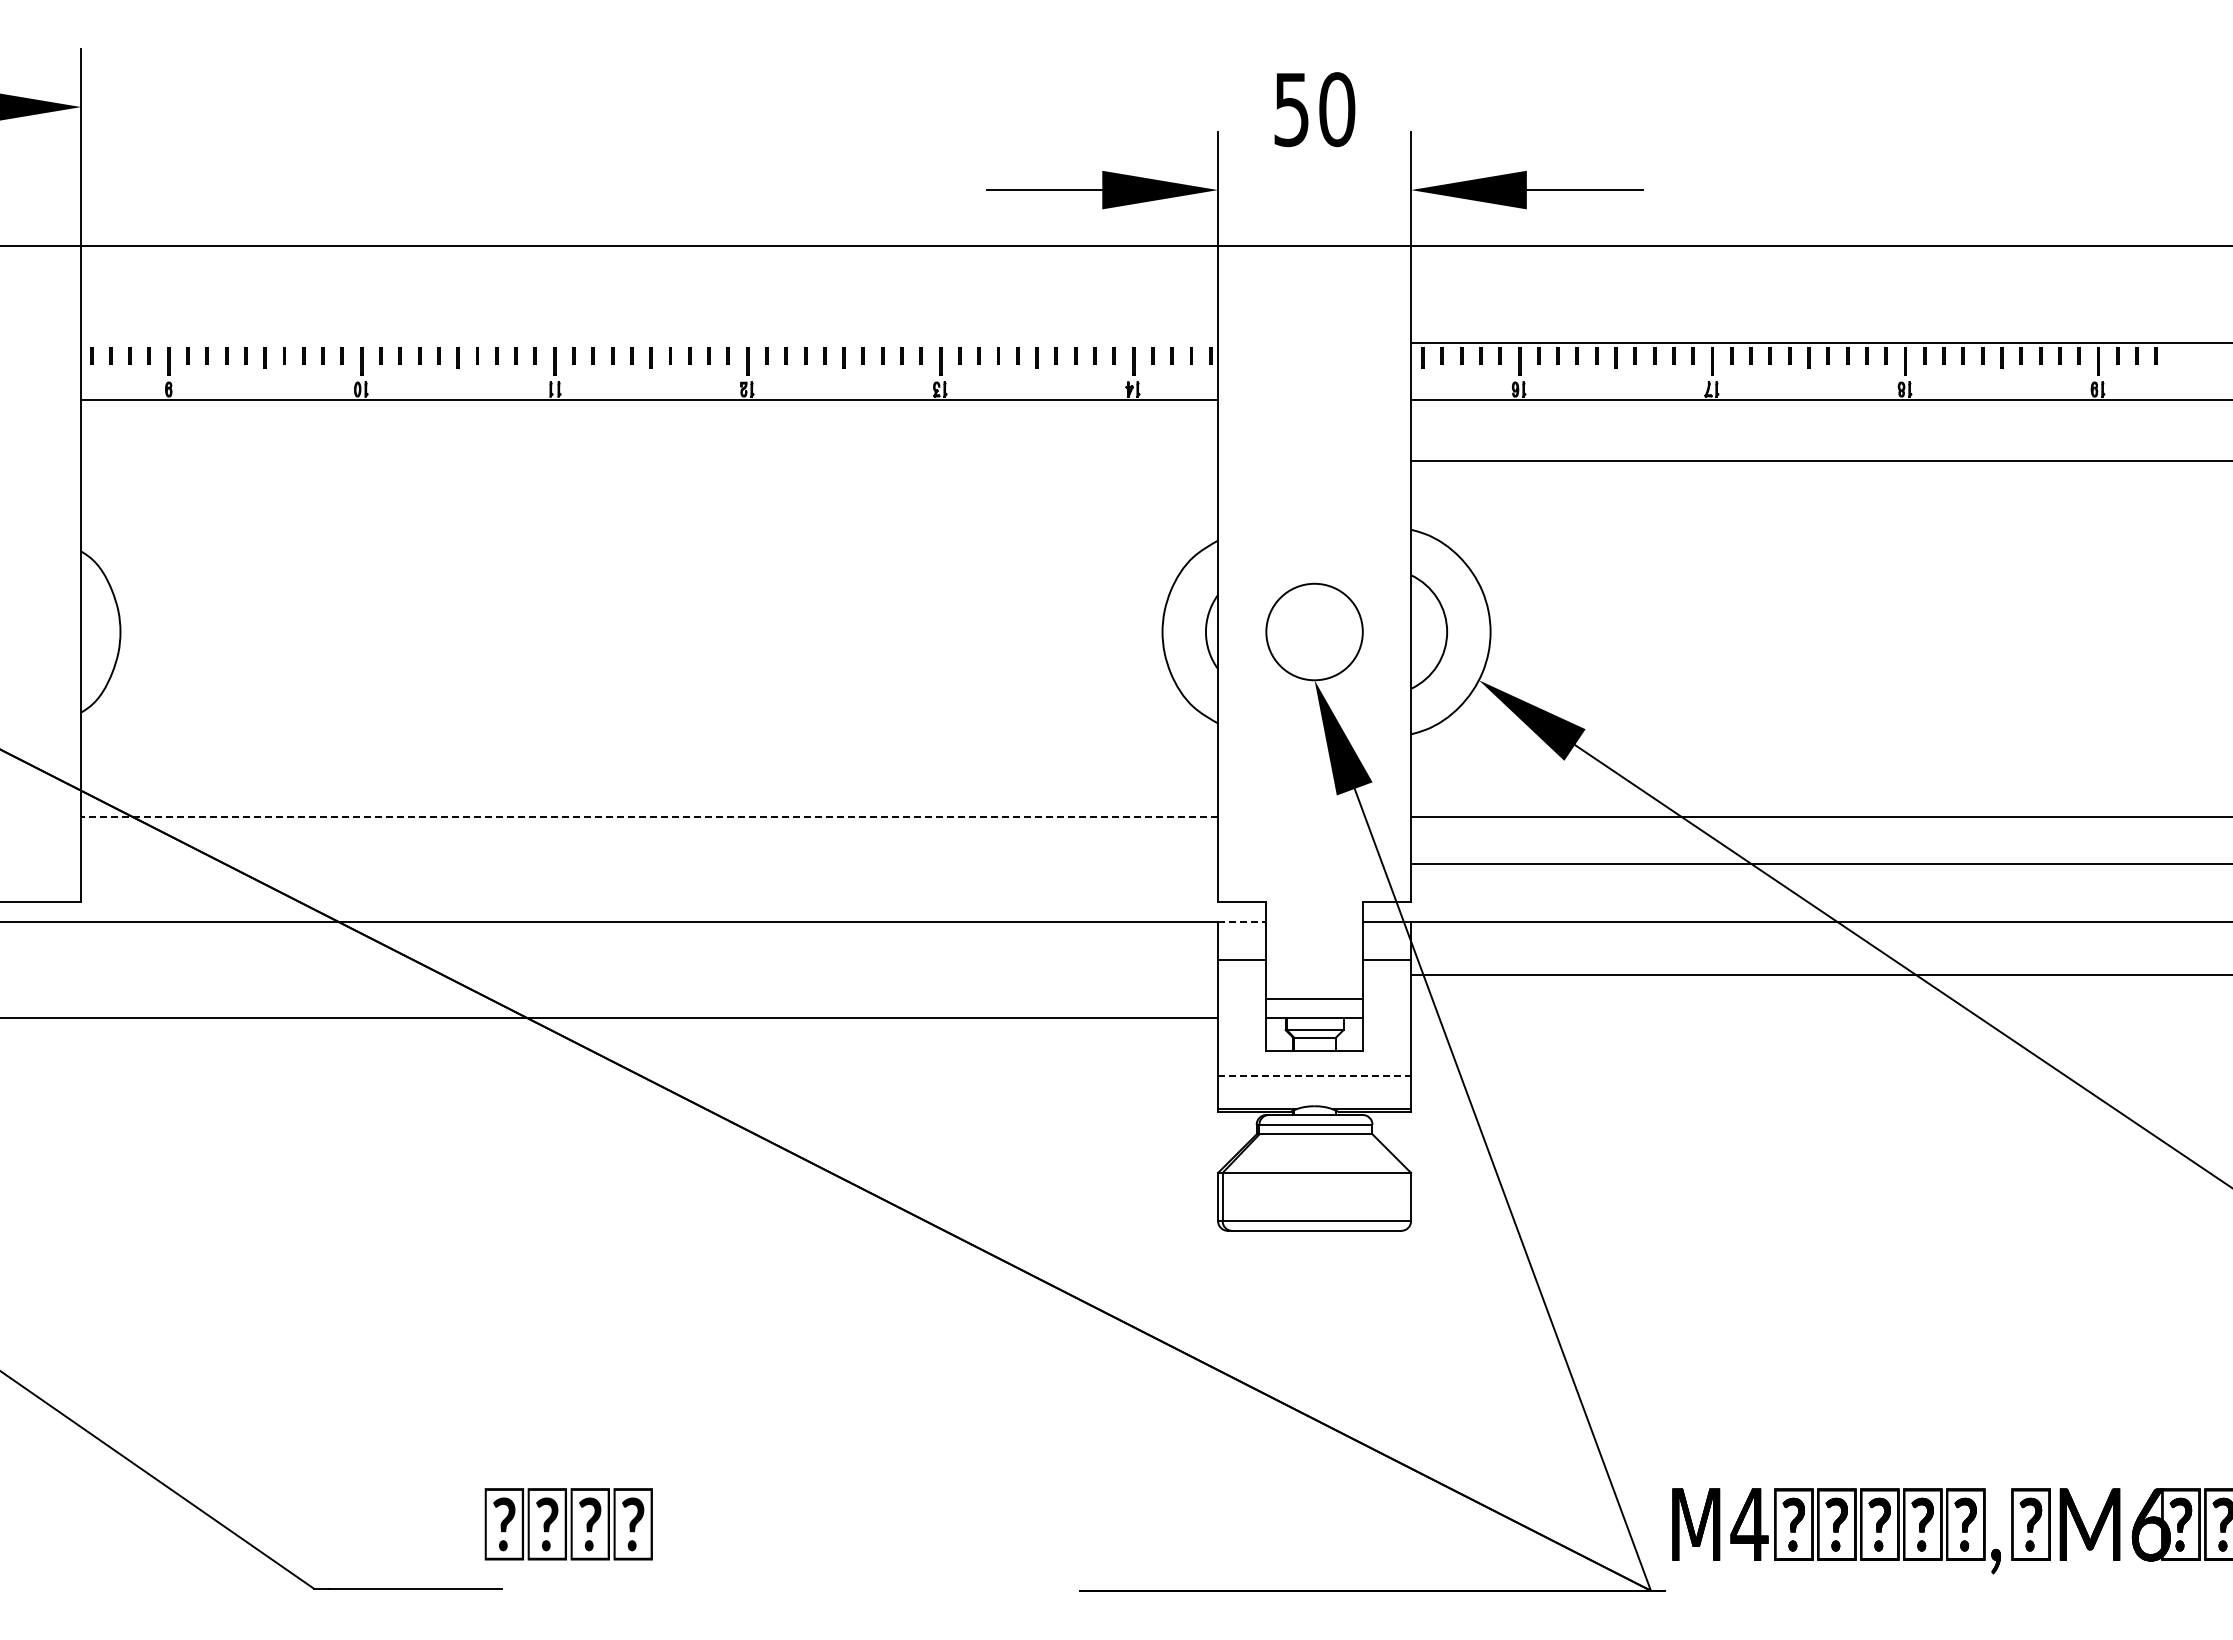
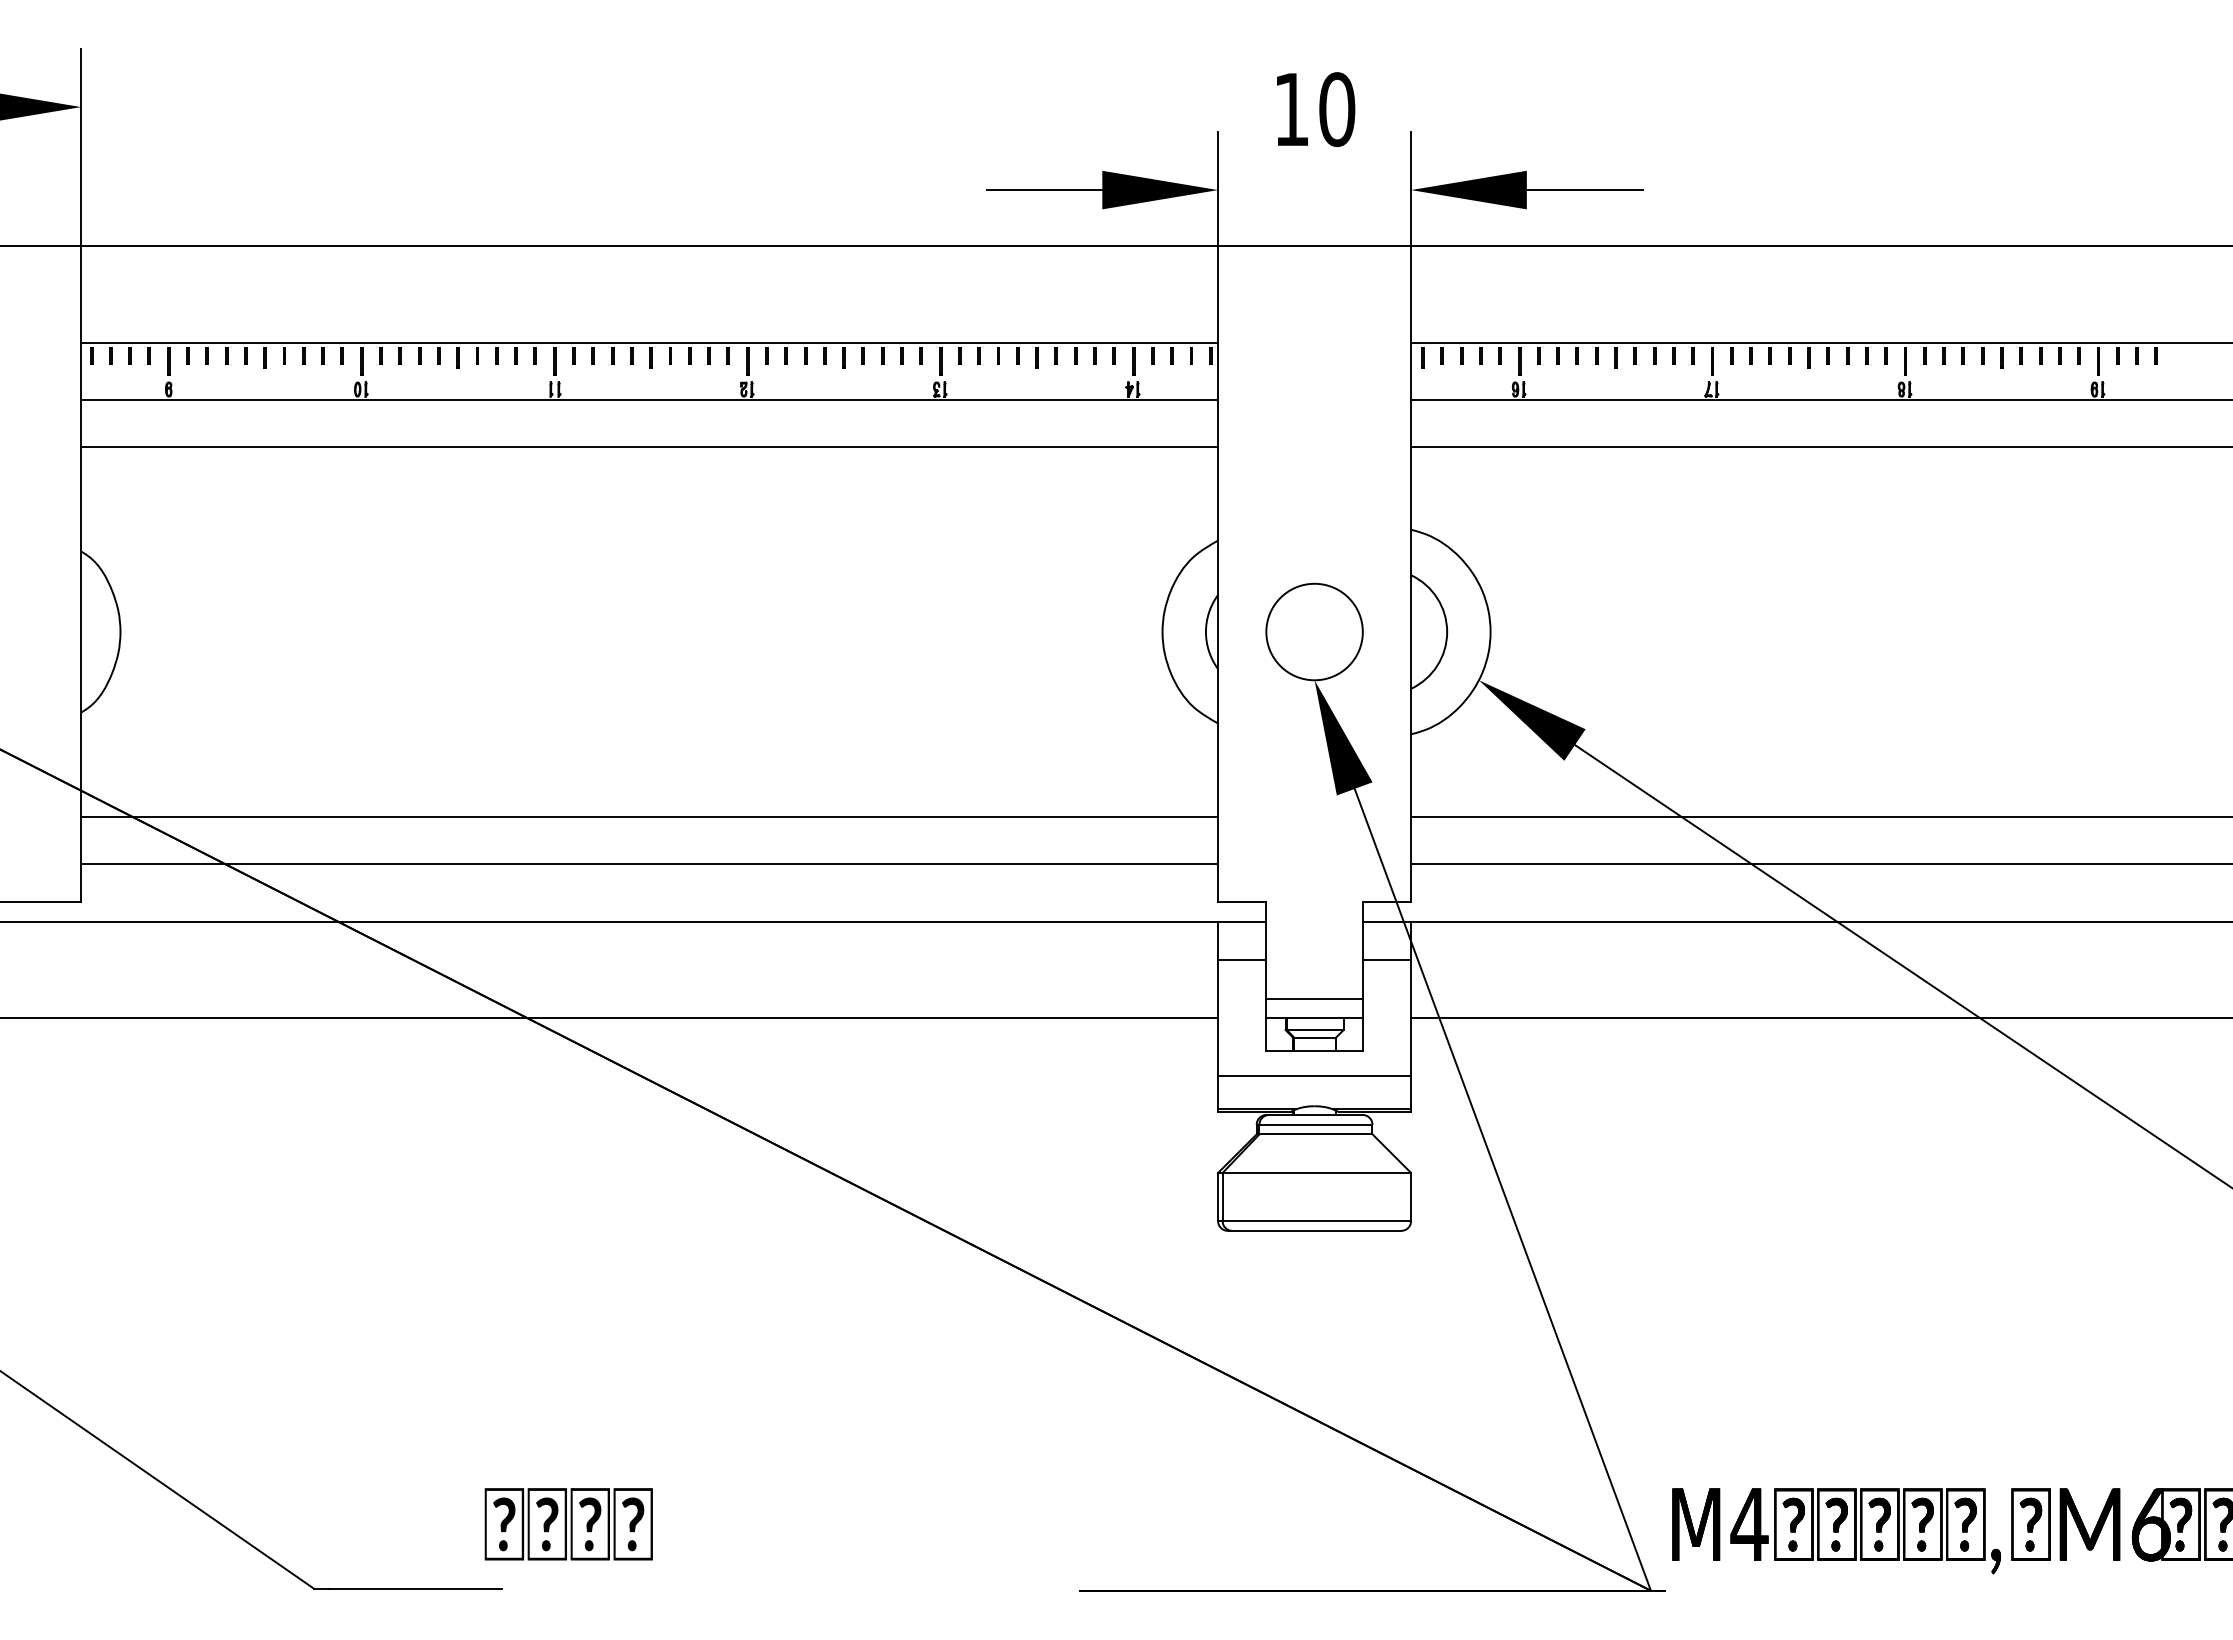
text at (1291, 110): 50 -> 10
line at (649, 342): none -> present
line at (649, 446): none -> present
line at (1820, 460) position: (1820, 460) -> (1820, 446)
line at (649, 817): dashed -> solid
line at (649, 863): none -> present
line at (1242, 921): dashed -> solid
line at (1820, 974) position: (1820, 974) -> (1820, 1017)
line at (1315, 1075): dashed -> solid
